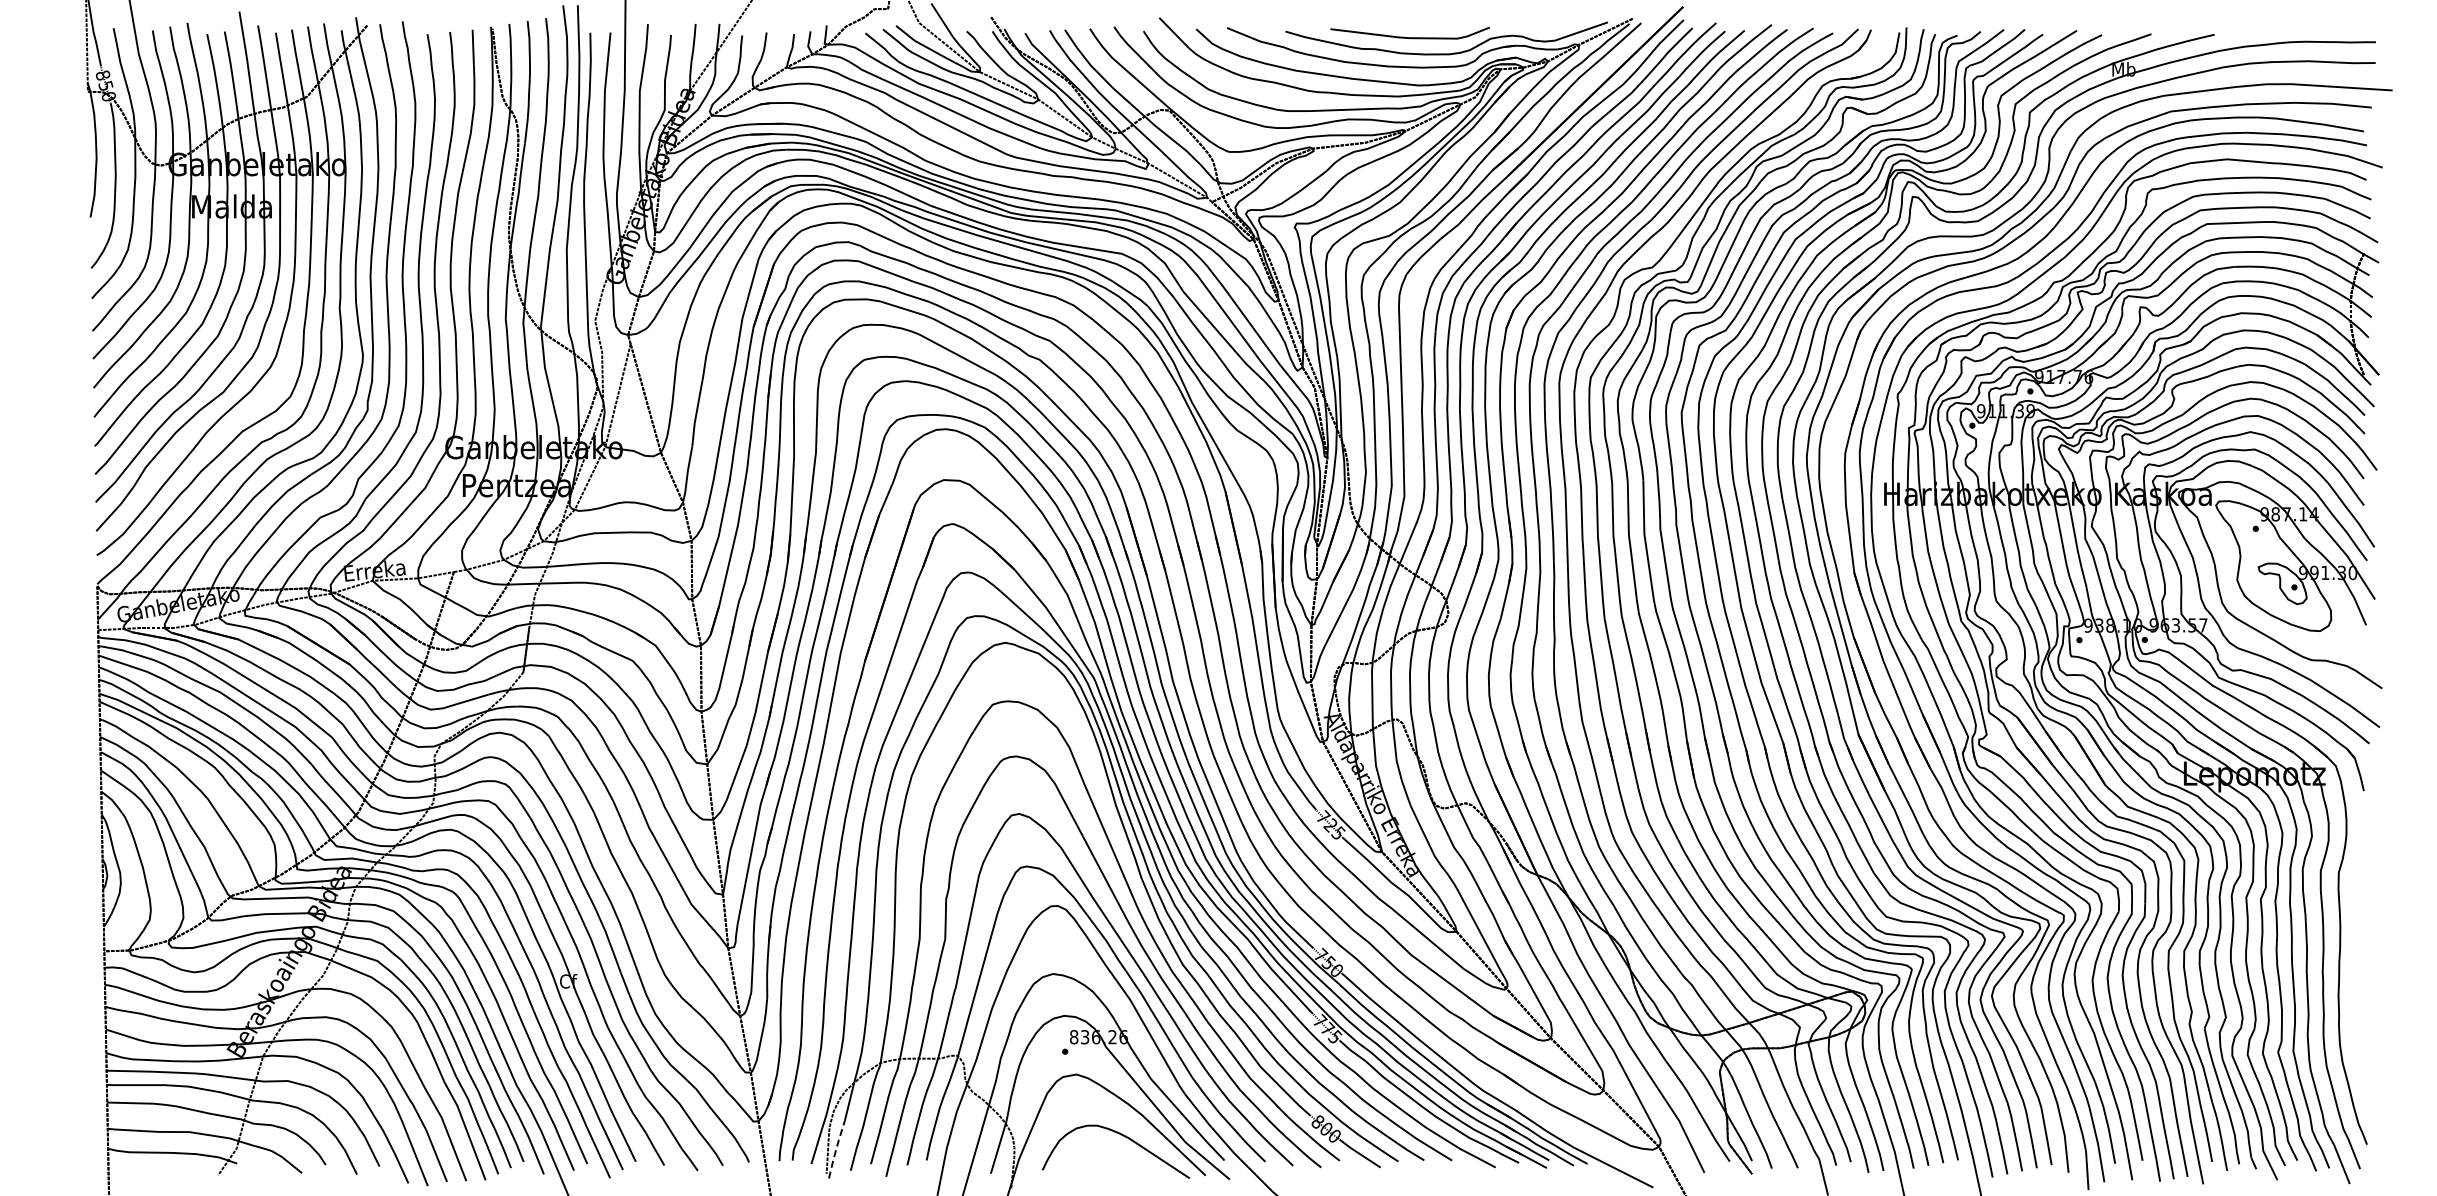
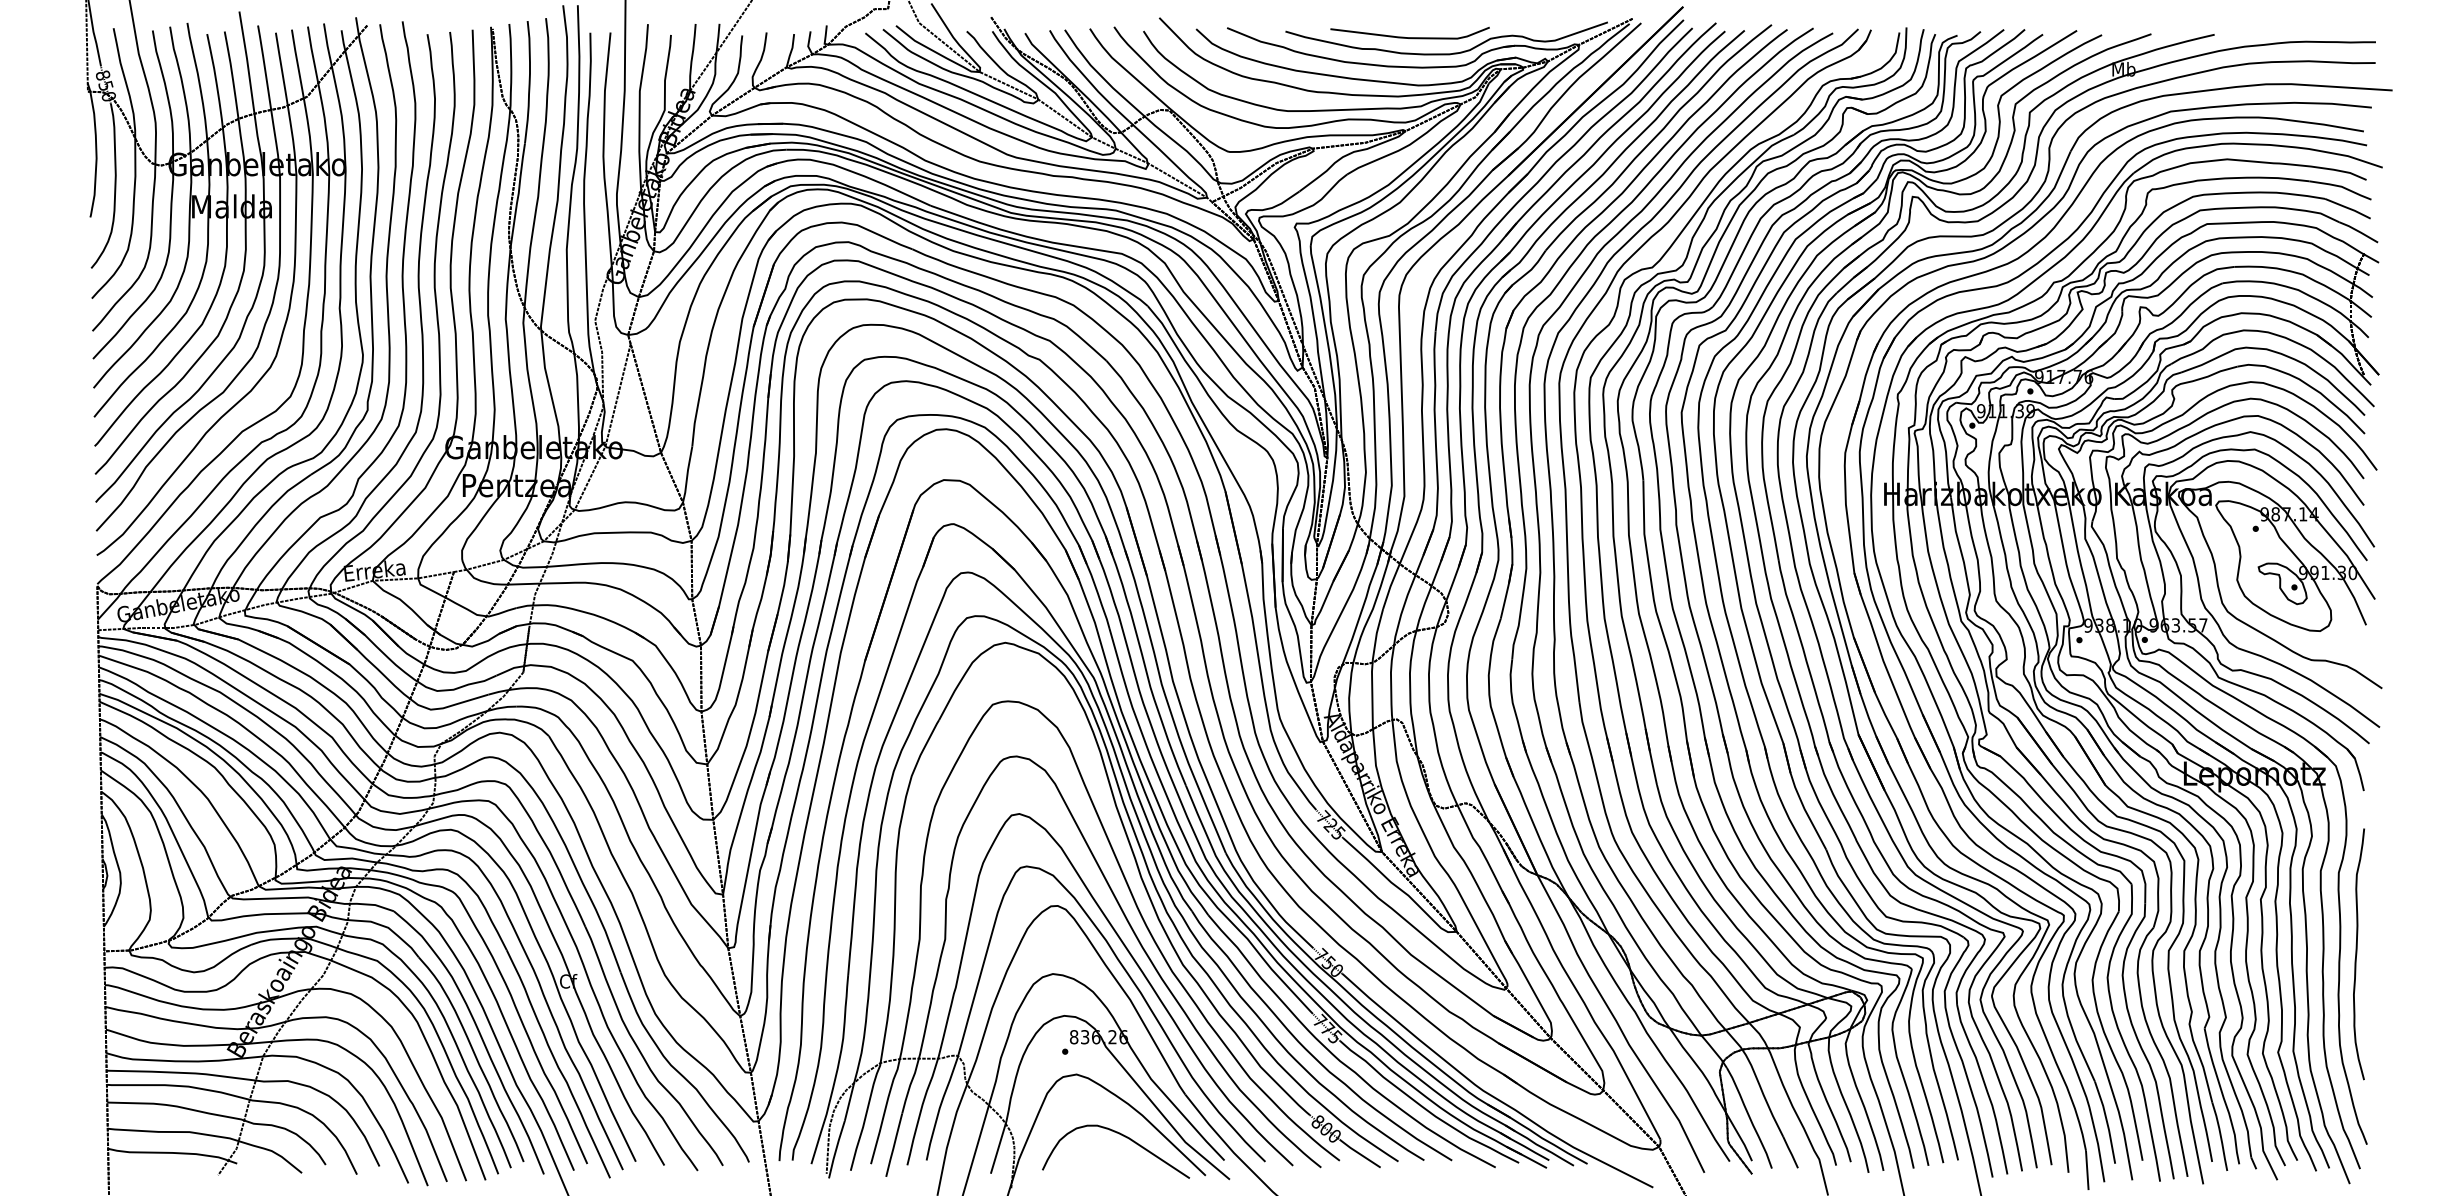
curve at (2357, 954): none -> present
line at (836, 1148): dashed -> solid
